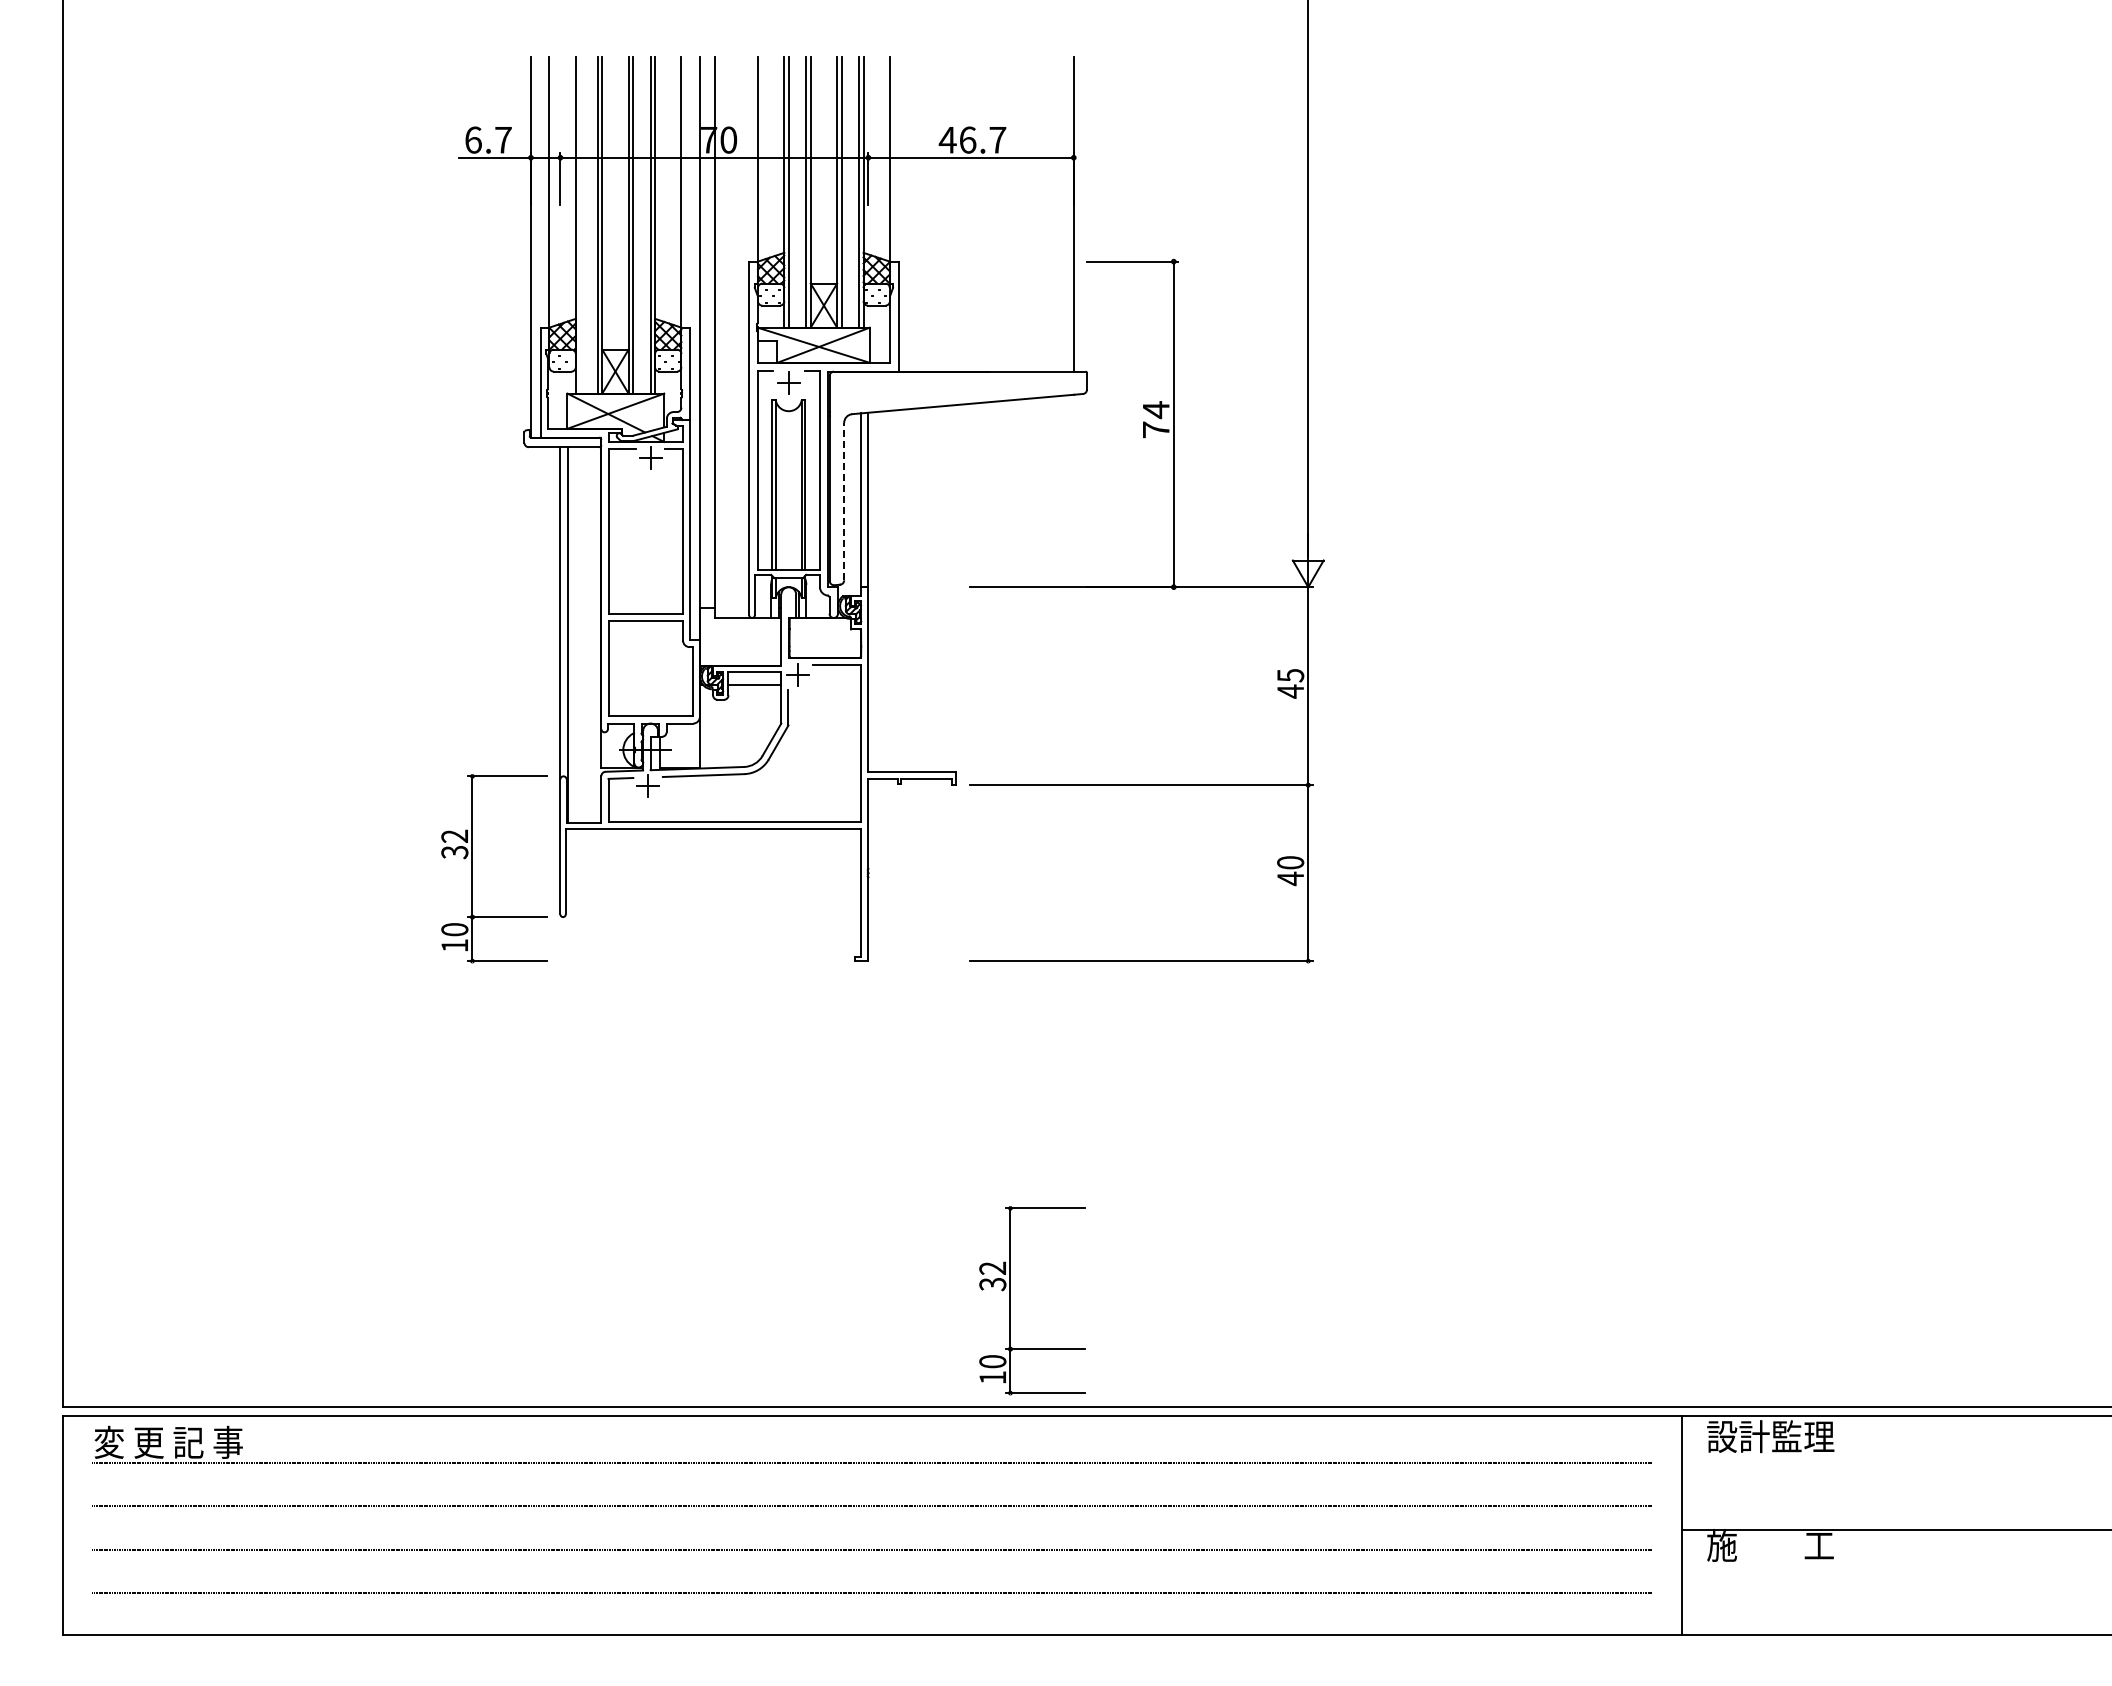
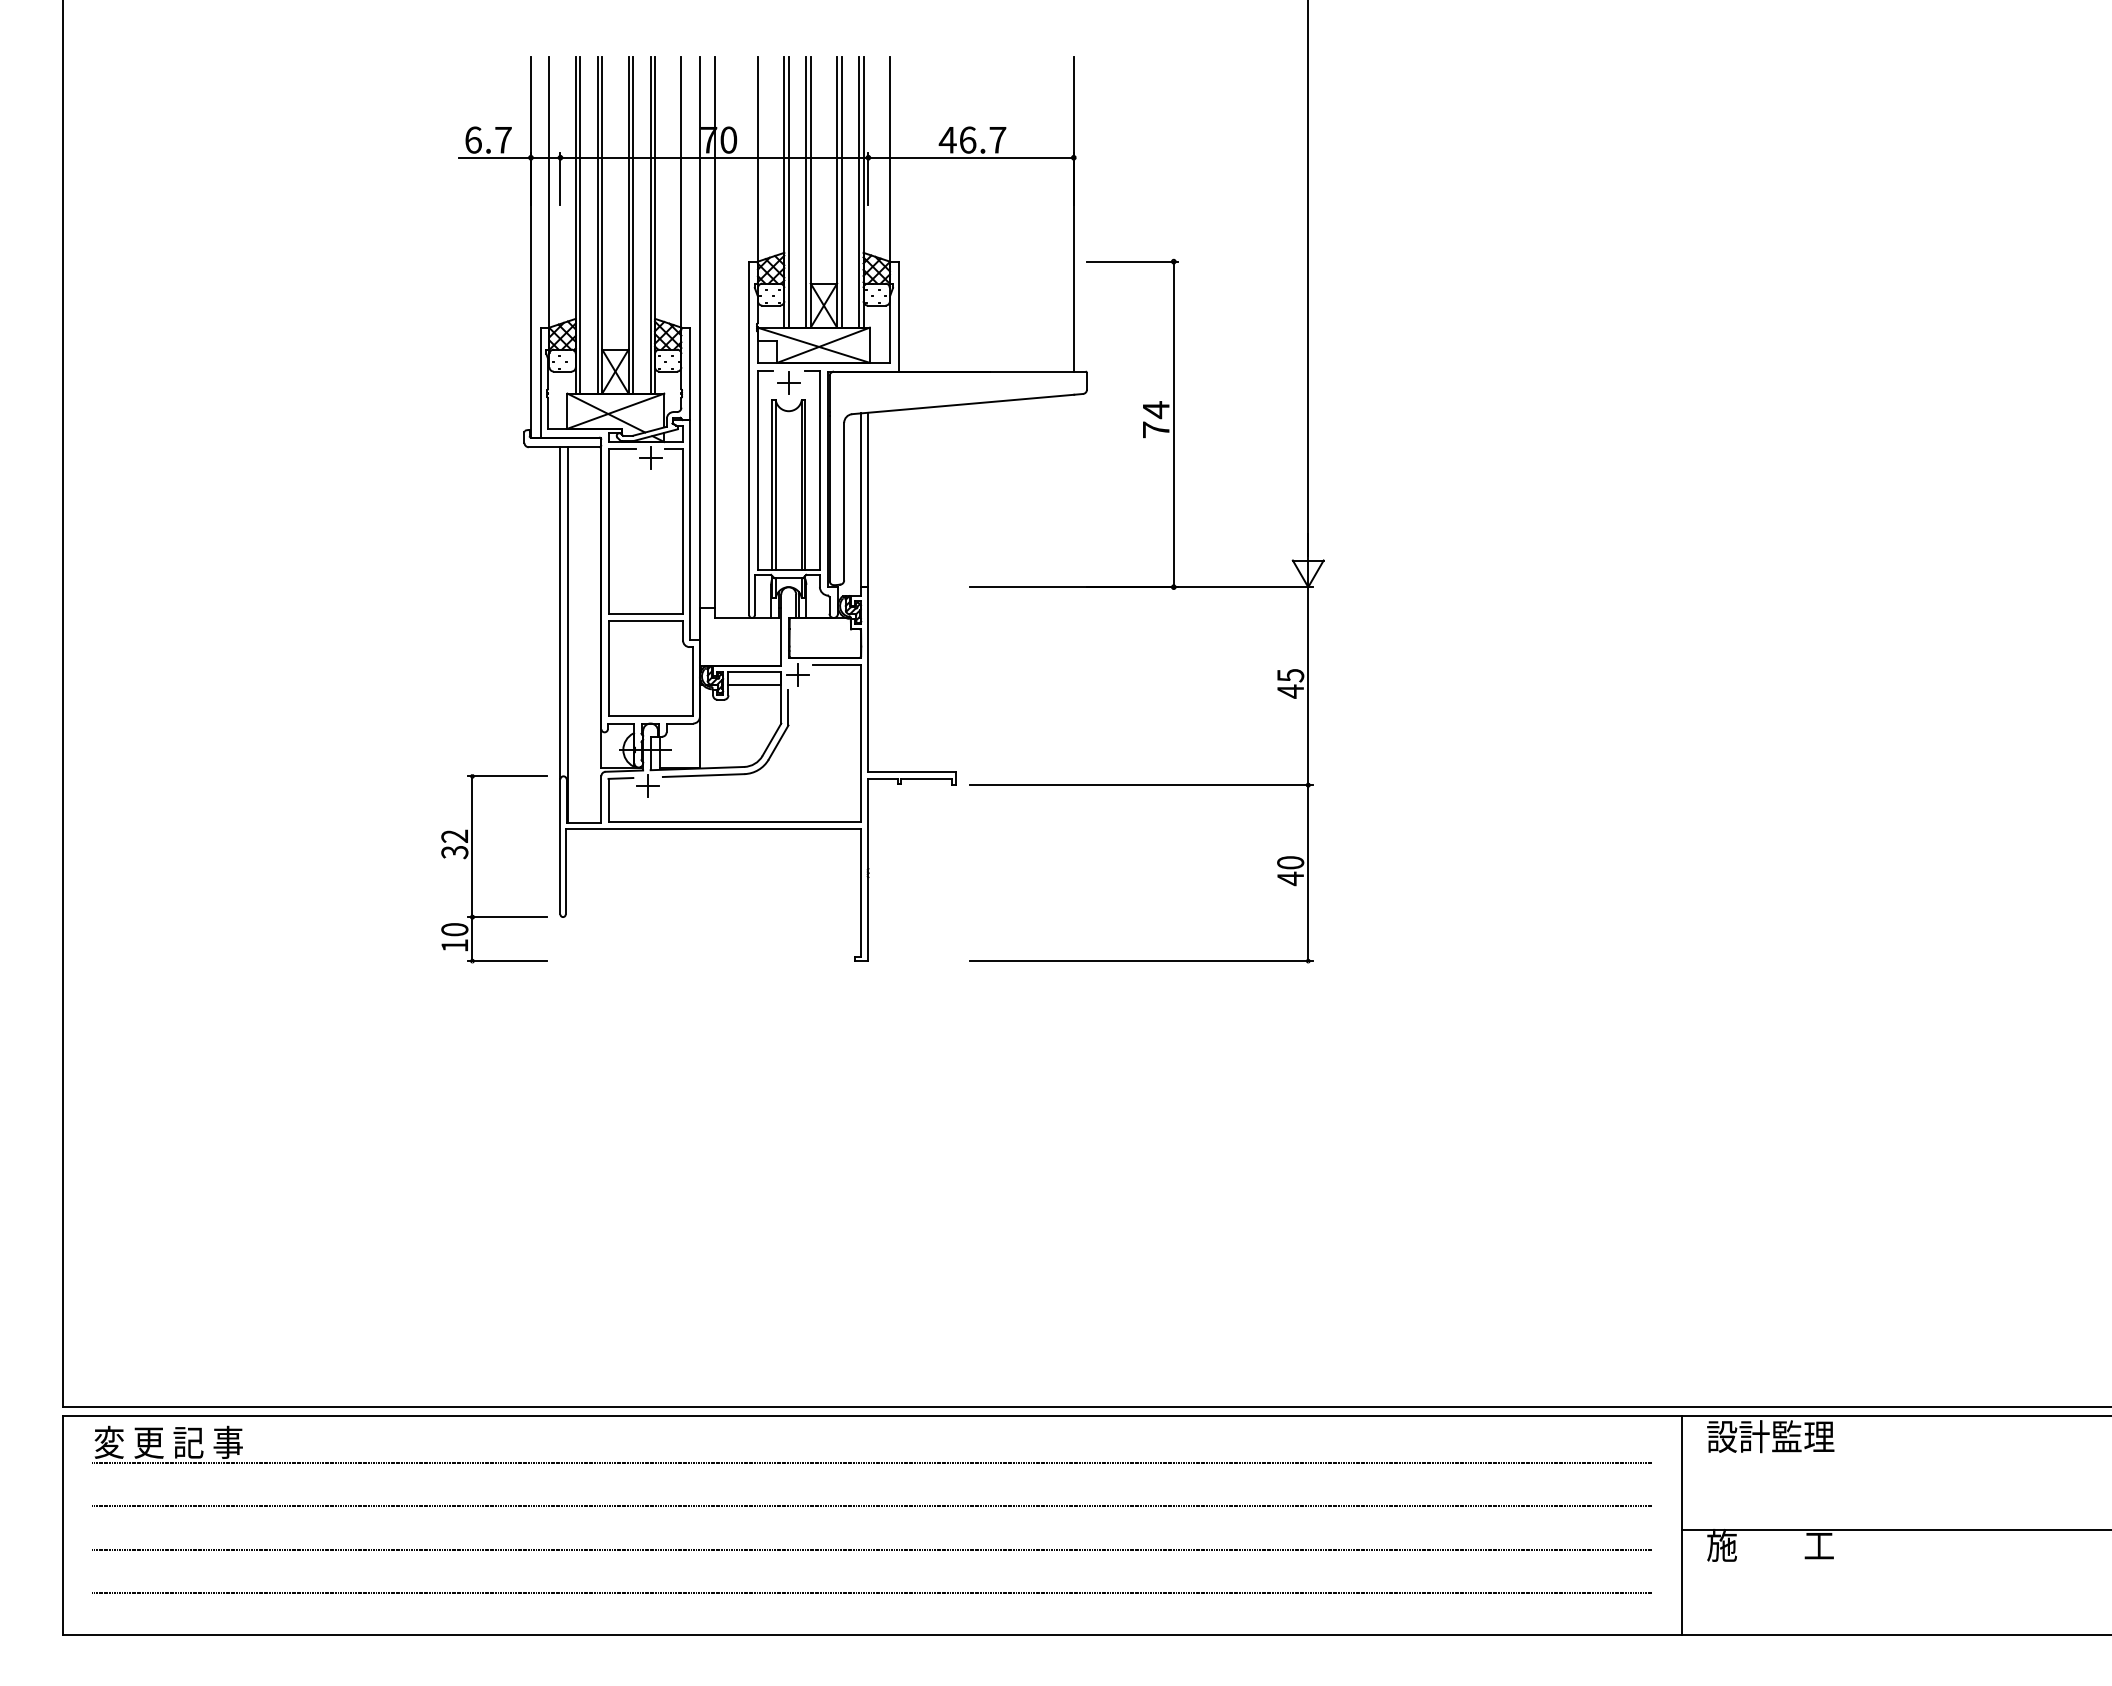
line at (580, 225): none -> present
line at (844, 501): dashed -> solid
part at (1010, 1300): present -> none
